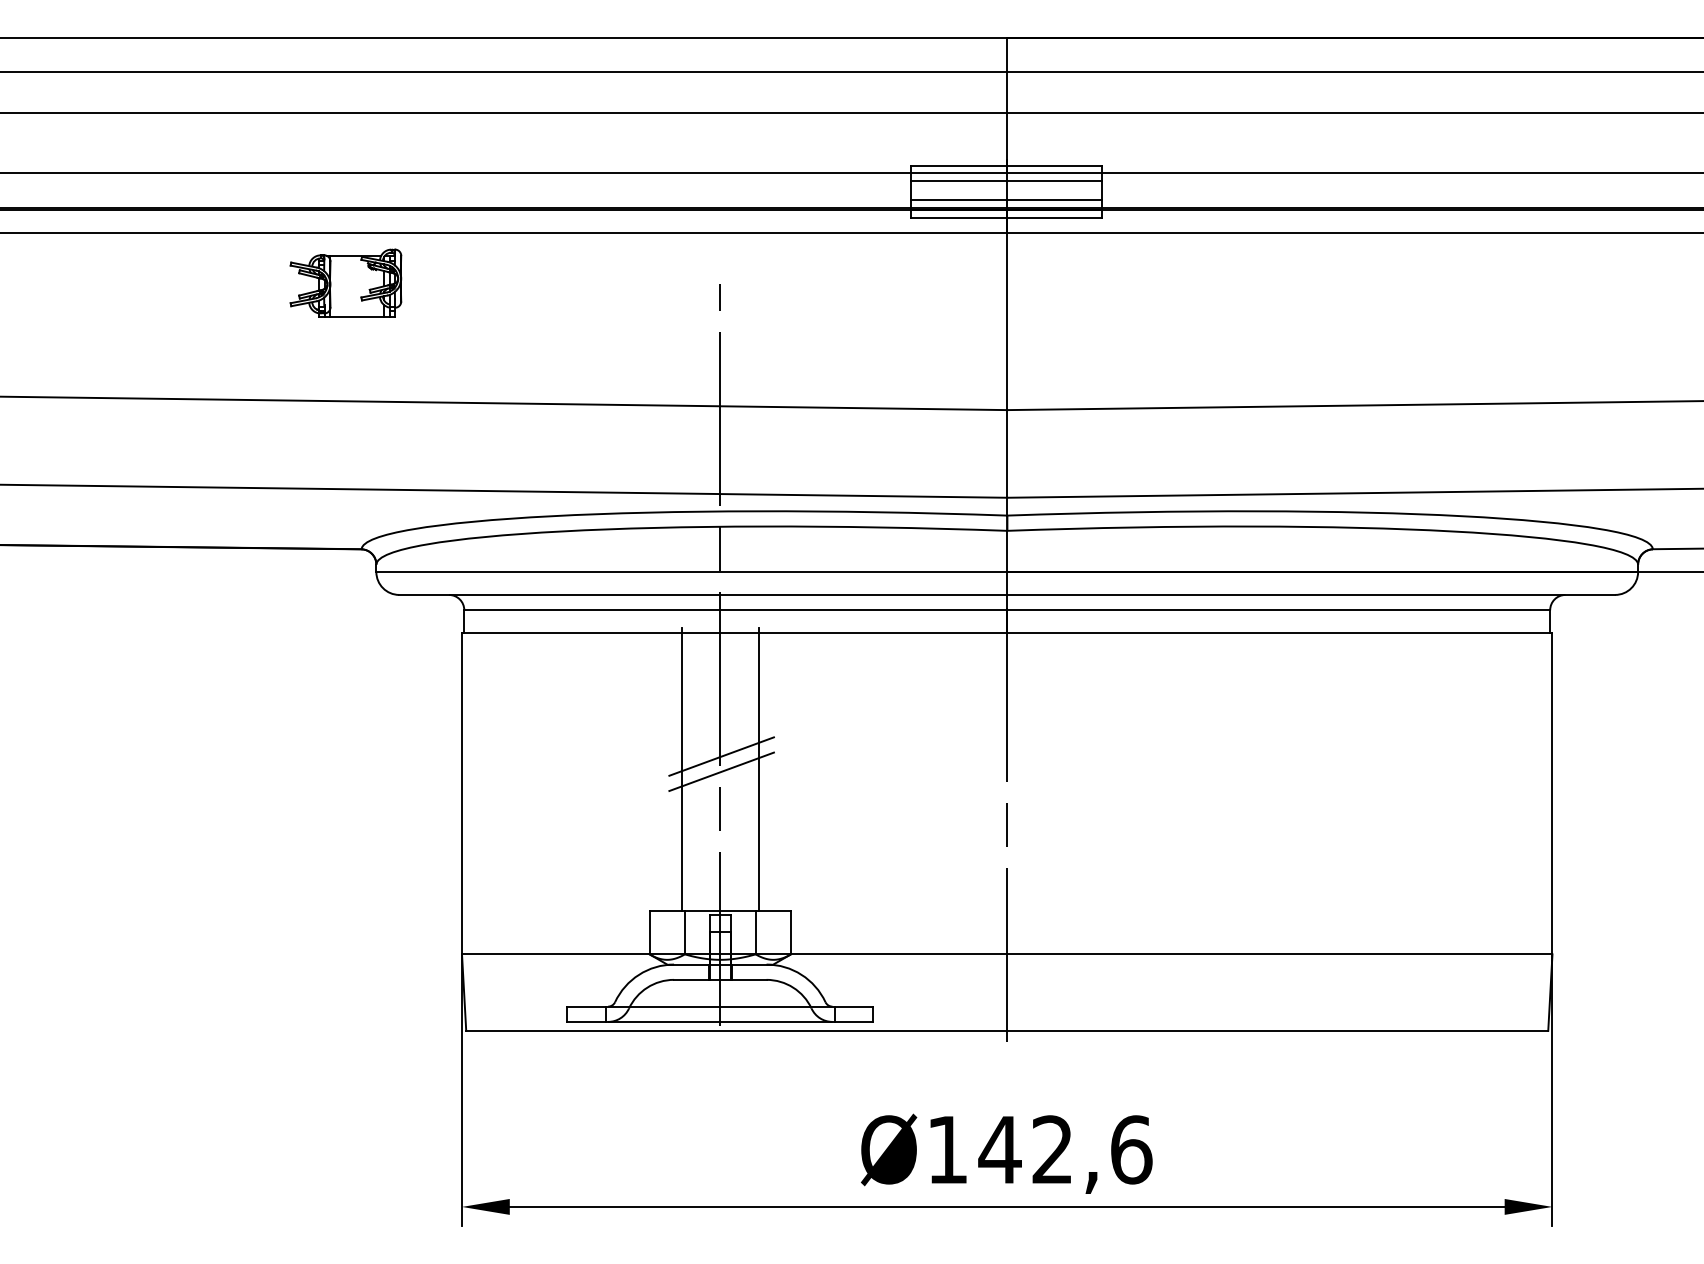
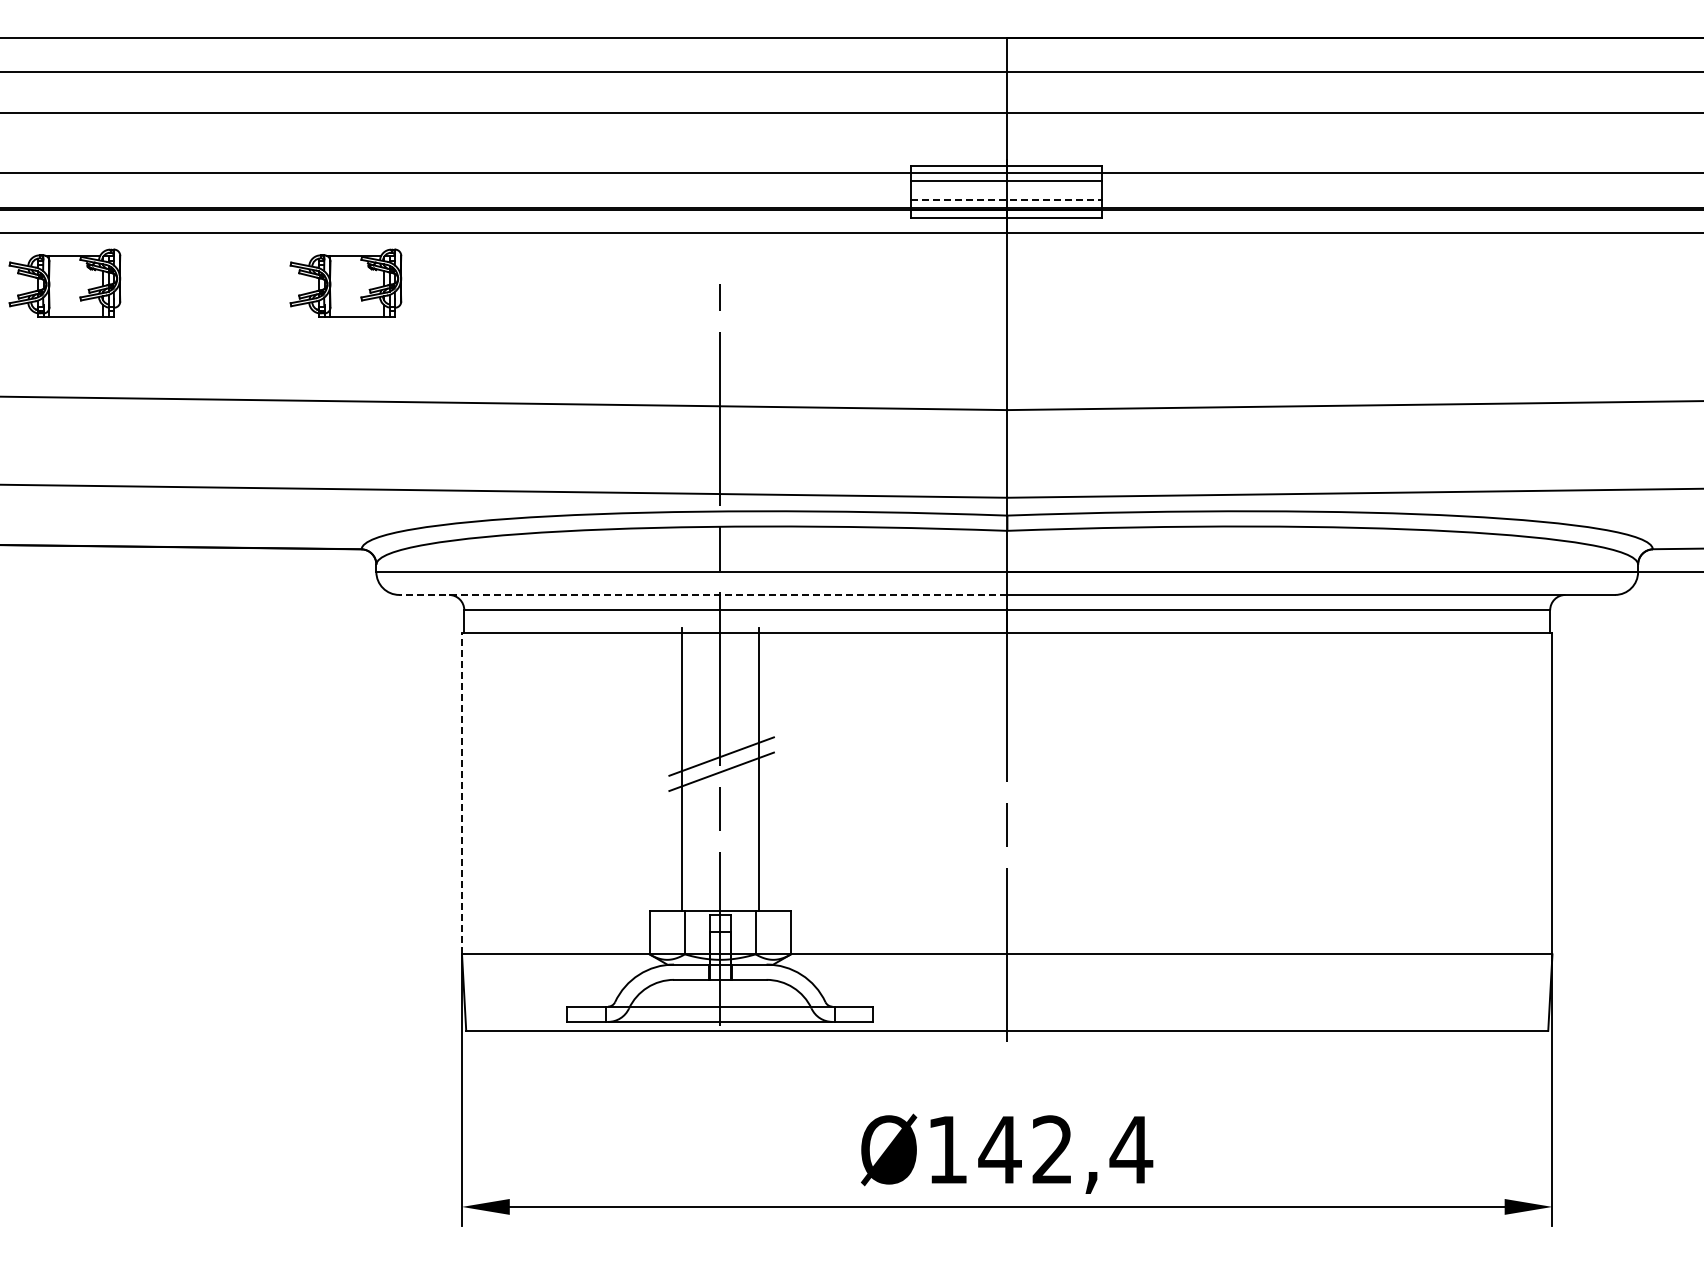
line at (1006, 199): solid -> dashed
part at (64, 282): none -> present
line at (703, 594): solid -> dashed
line at (462, 793): solid -> dashed
text at (1131, 1149): Ø142,6 -> Ø142,4
